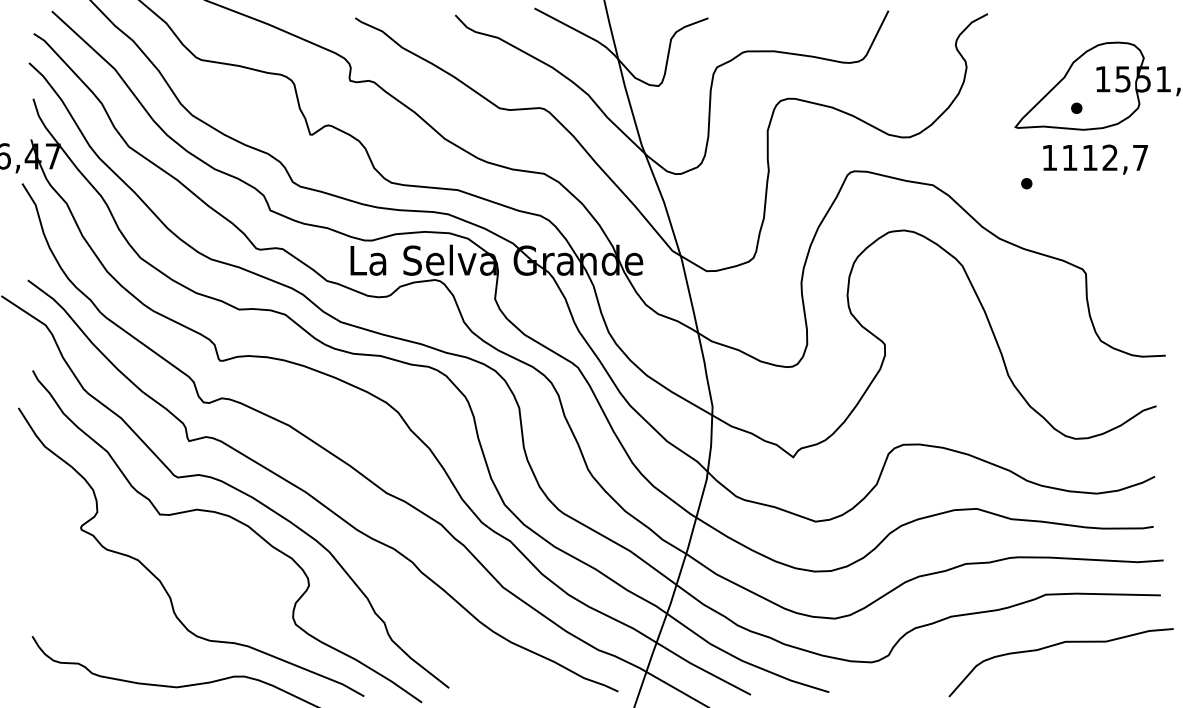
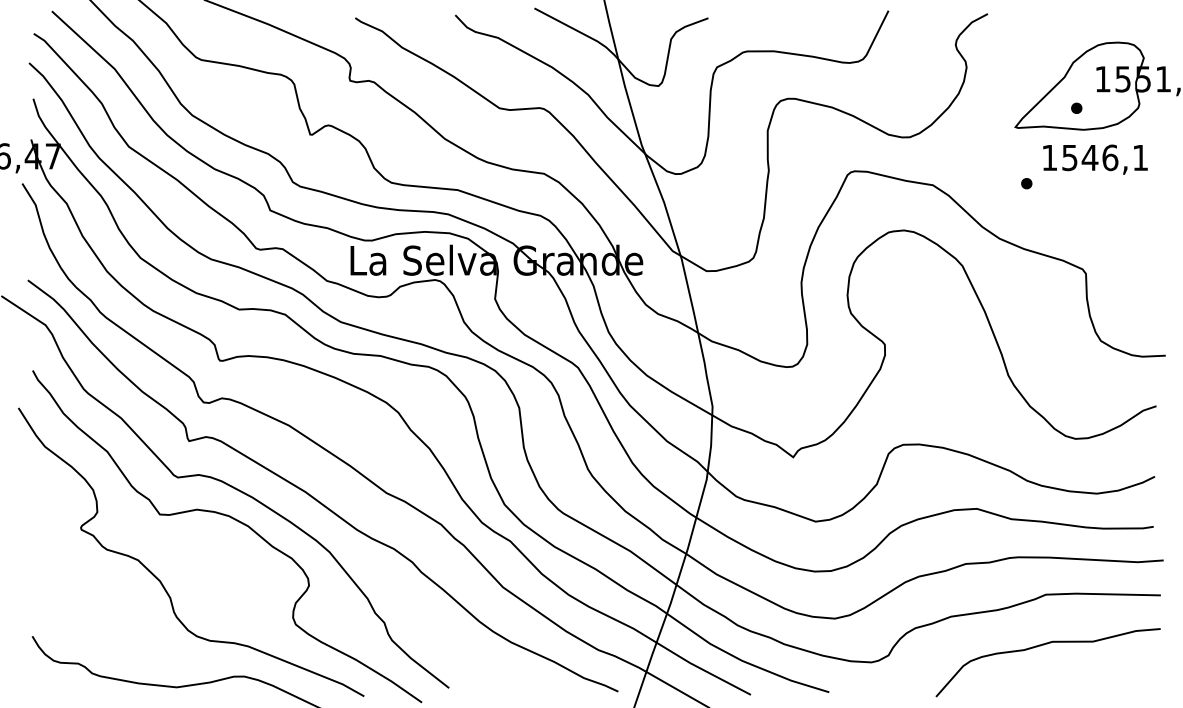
text at (1104, 157): 1112,7 -> 1546,1
curve at (1057, 645) position: (1057, 645) -> (1044, 645)
